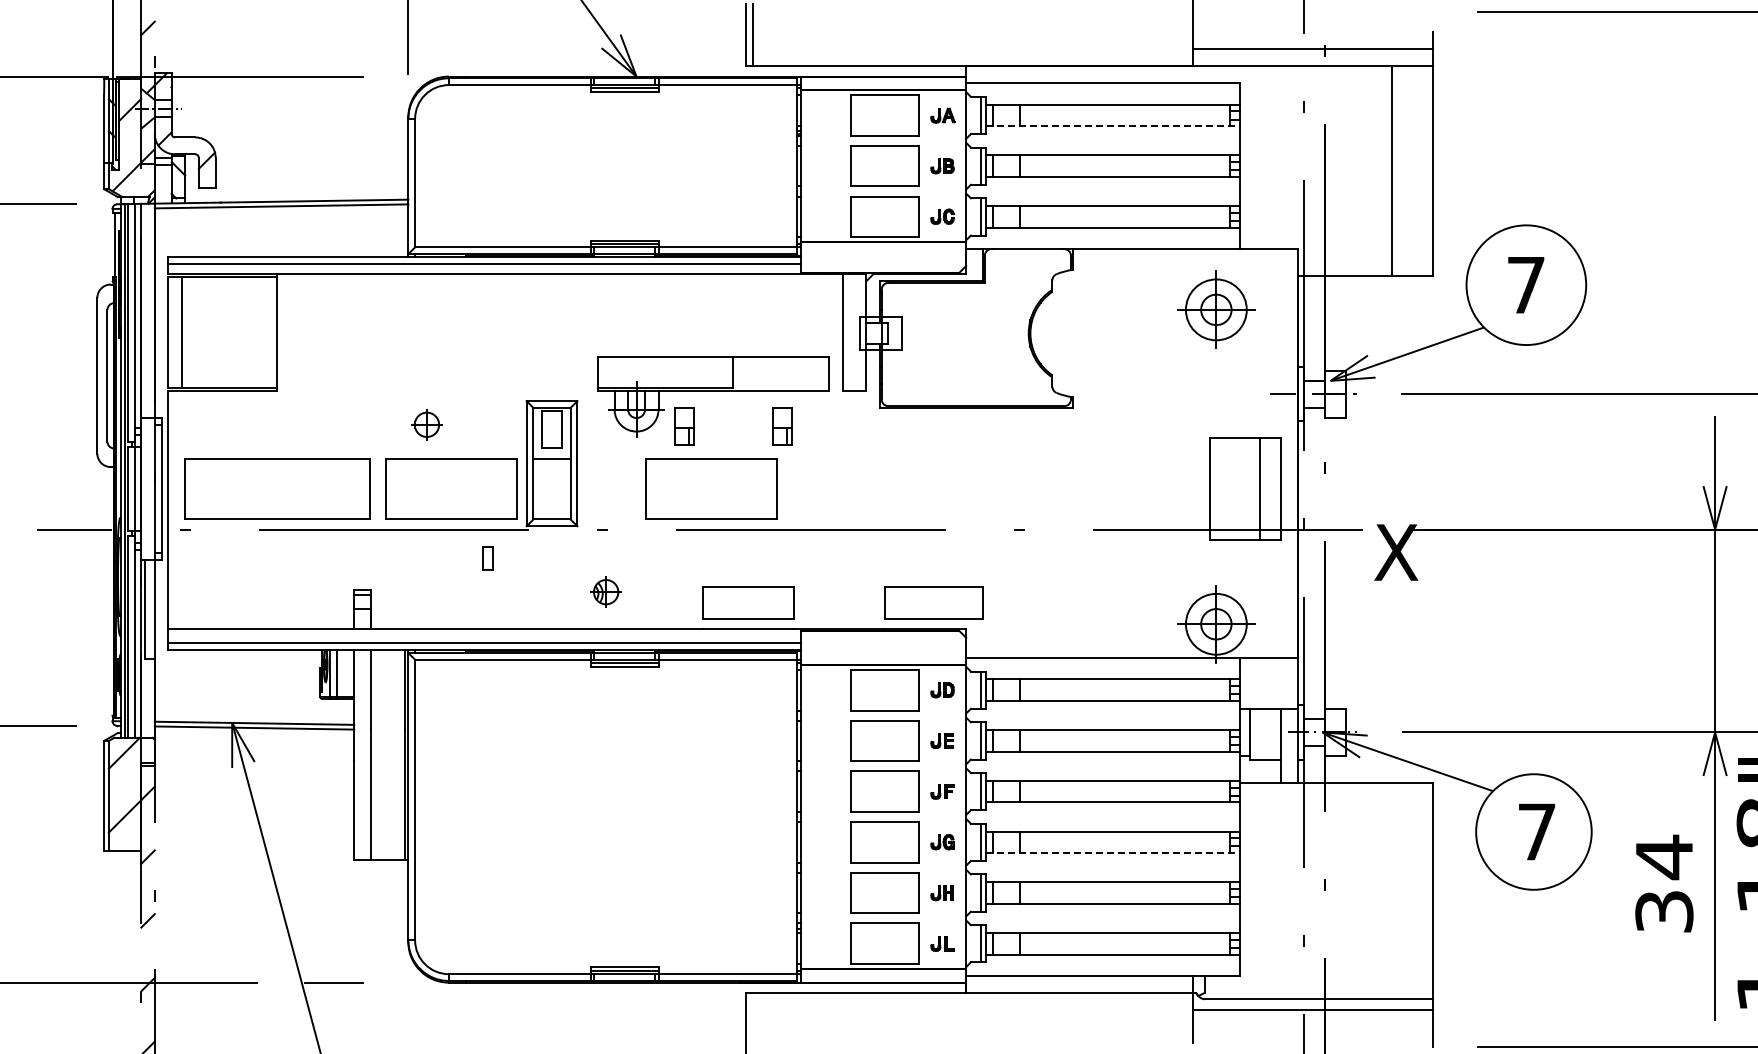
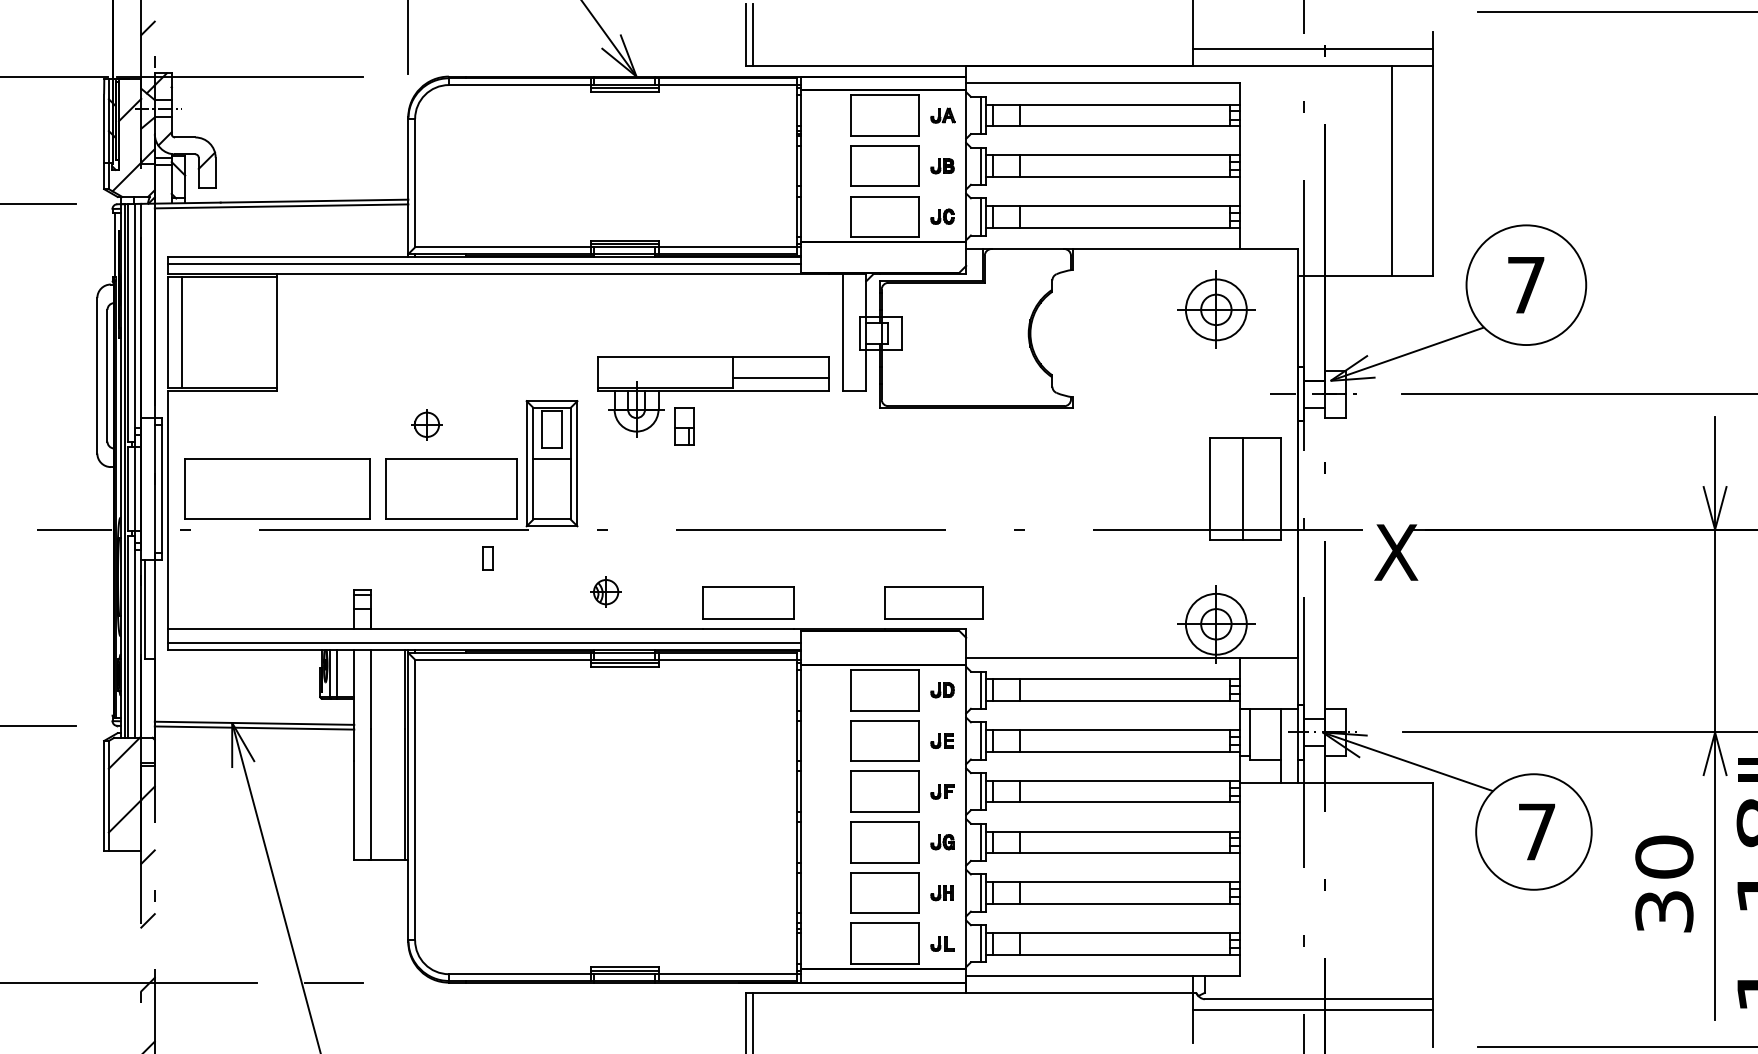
line at (1113, 126): dashed -> solid
line at (780, 377): none -> present
part at (782, 426): present -> none
part at (711, 488): present -> none
line at (1260, 488) position: (1260, 488) -> (1243, 488)
line at (1113, 853): dashed -> solid
text at (1664, 857): 34 -> 30
line at (753, 1021): none -> present
